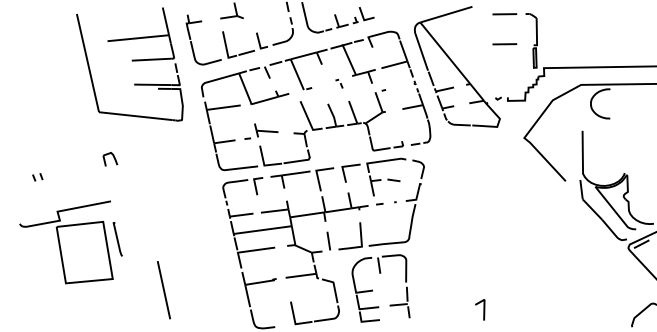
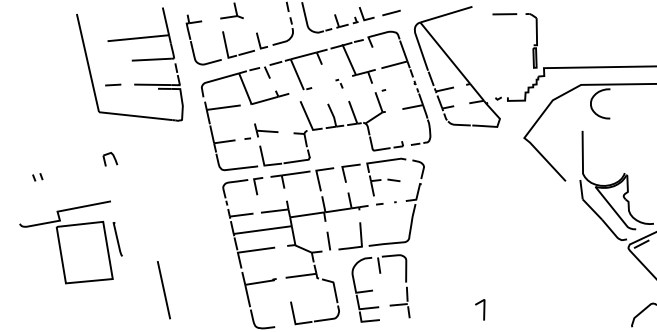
line at (391, 12): none -> present
line at (504, 44): present -> none
line at (113, 84): none -> present
